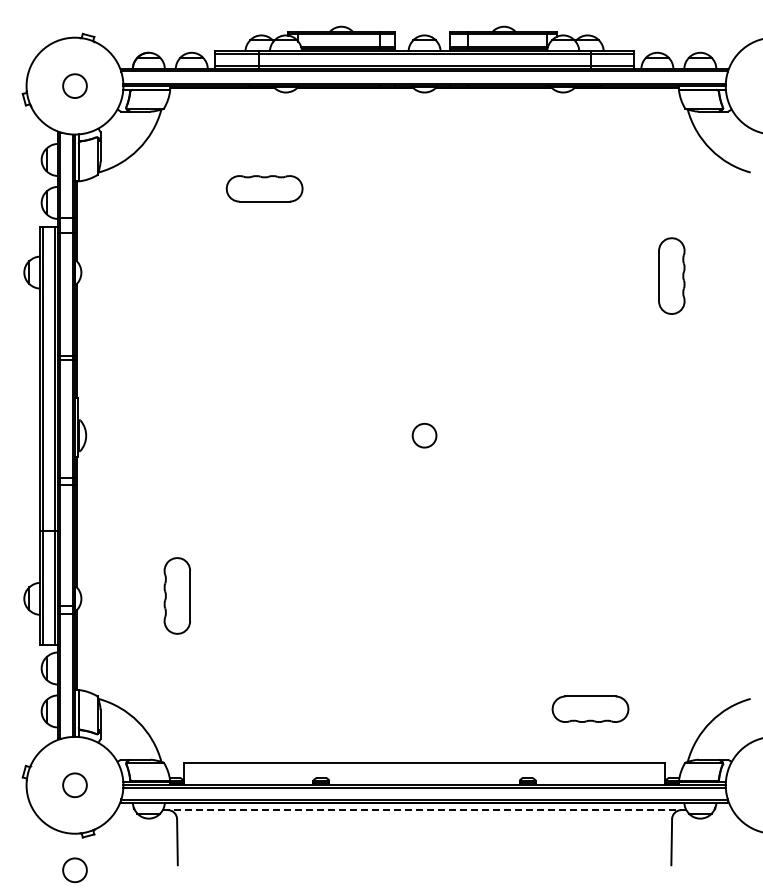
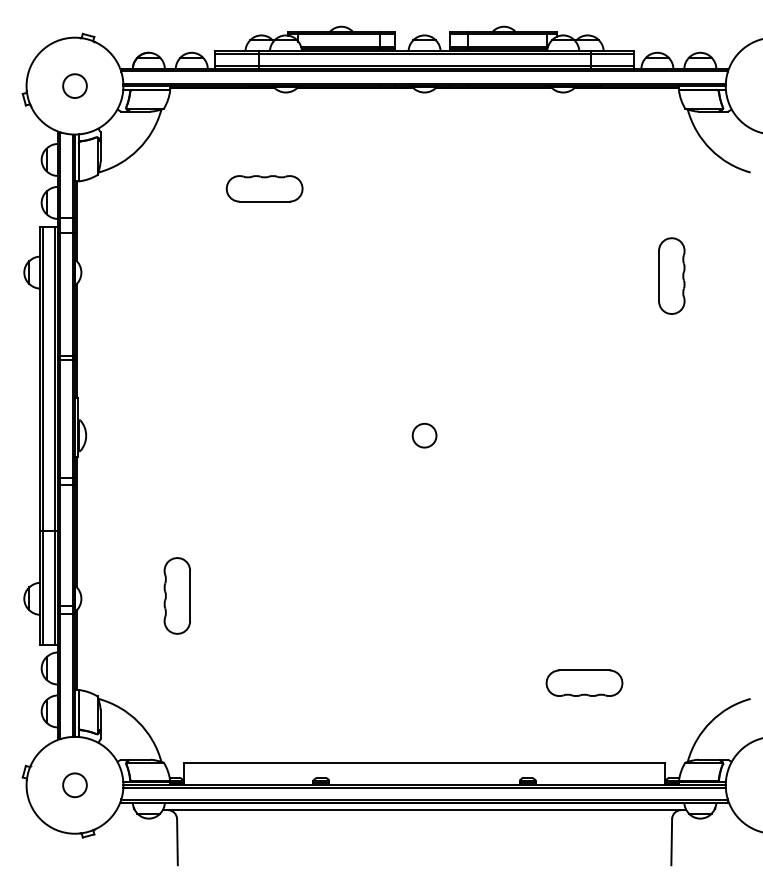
part at (590, 708) position: (590, 708) -> (584, 682)
line at (424, 810): dashed -> solid
circle at (74, 870): present -> none
